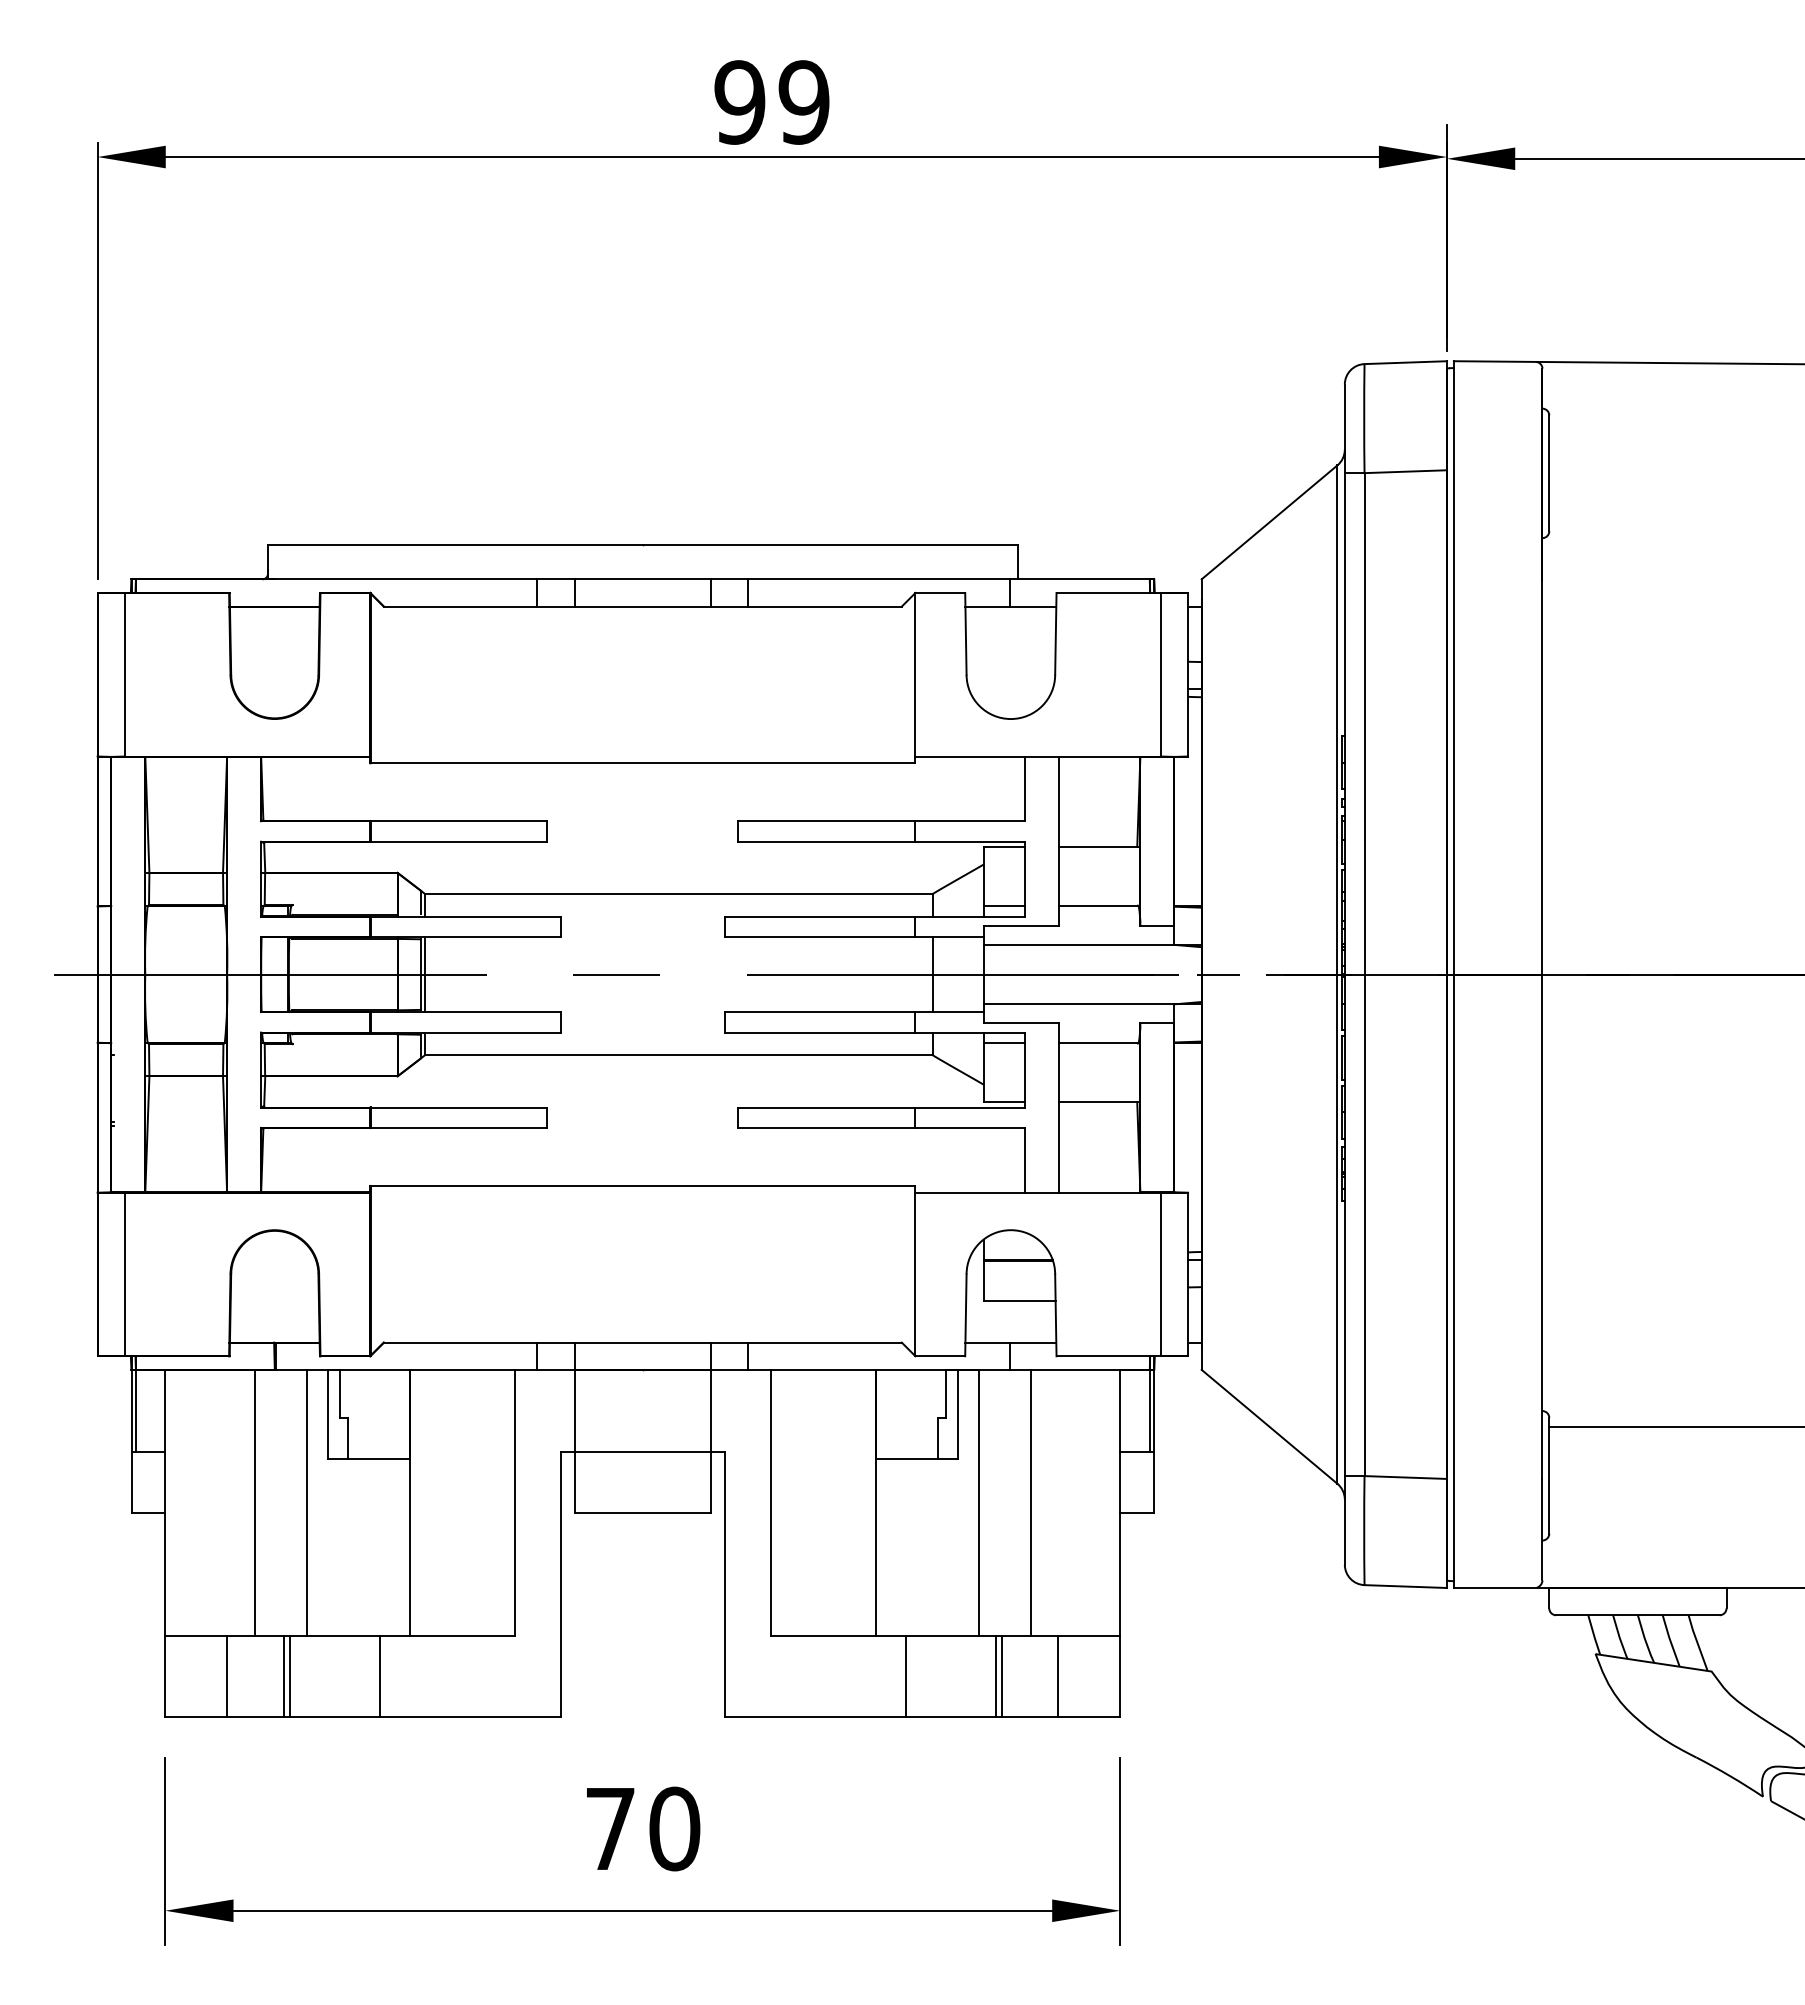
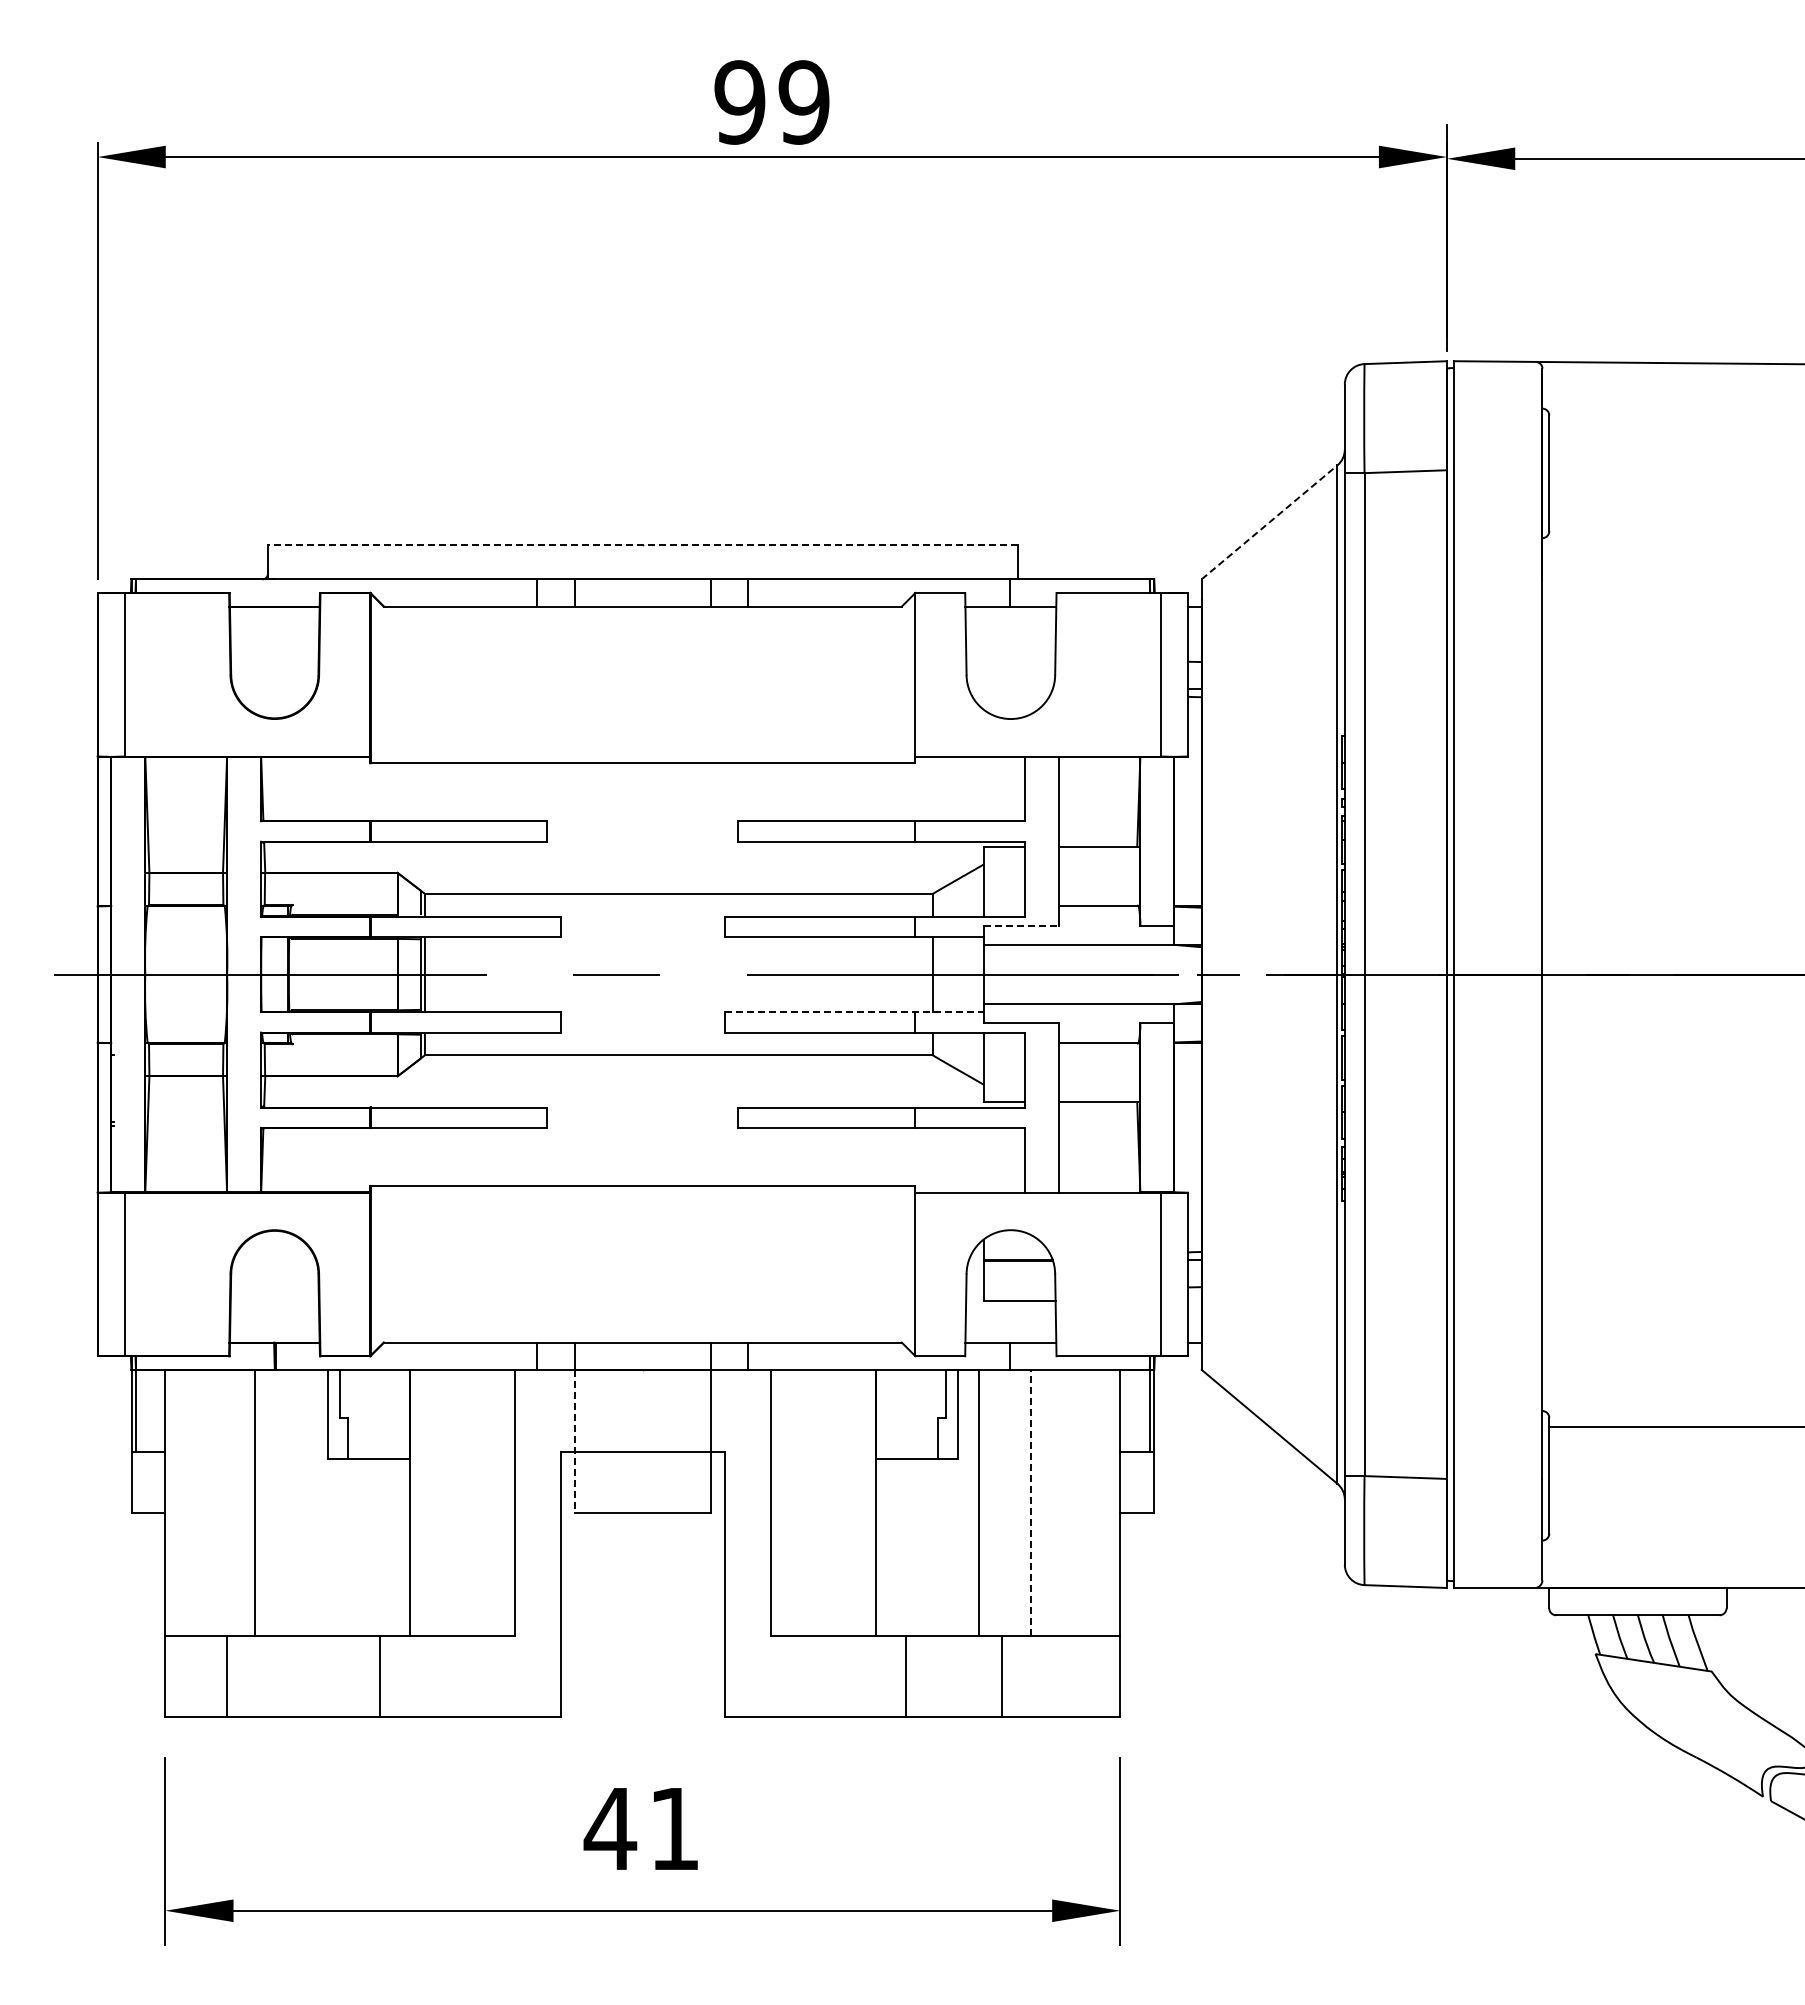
line at (1269, 522): solid -> dashed
line at (642, 545): solid -> dashed
line at (1003, 906): present -> none
line at (1021, 925): solid -> dashed
line at (854, 1012): solid -> dashed
line at (1003, 1042): present -> none
line at (574, 1441): solid -> dashed
line at (306, 1502): present -> none
line at (1031, 1502): solid -> dashed
line at (283, 1676): present -> none
line at (289, 1676): present -> none
line at (995, 1676): present -> none
line at (1058, 1676): present -> none
text at (641, 1828): 70 -> 41
